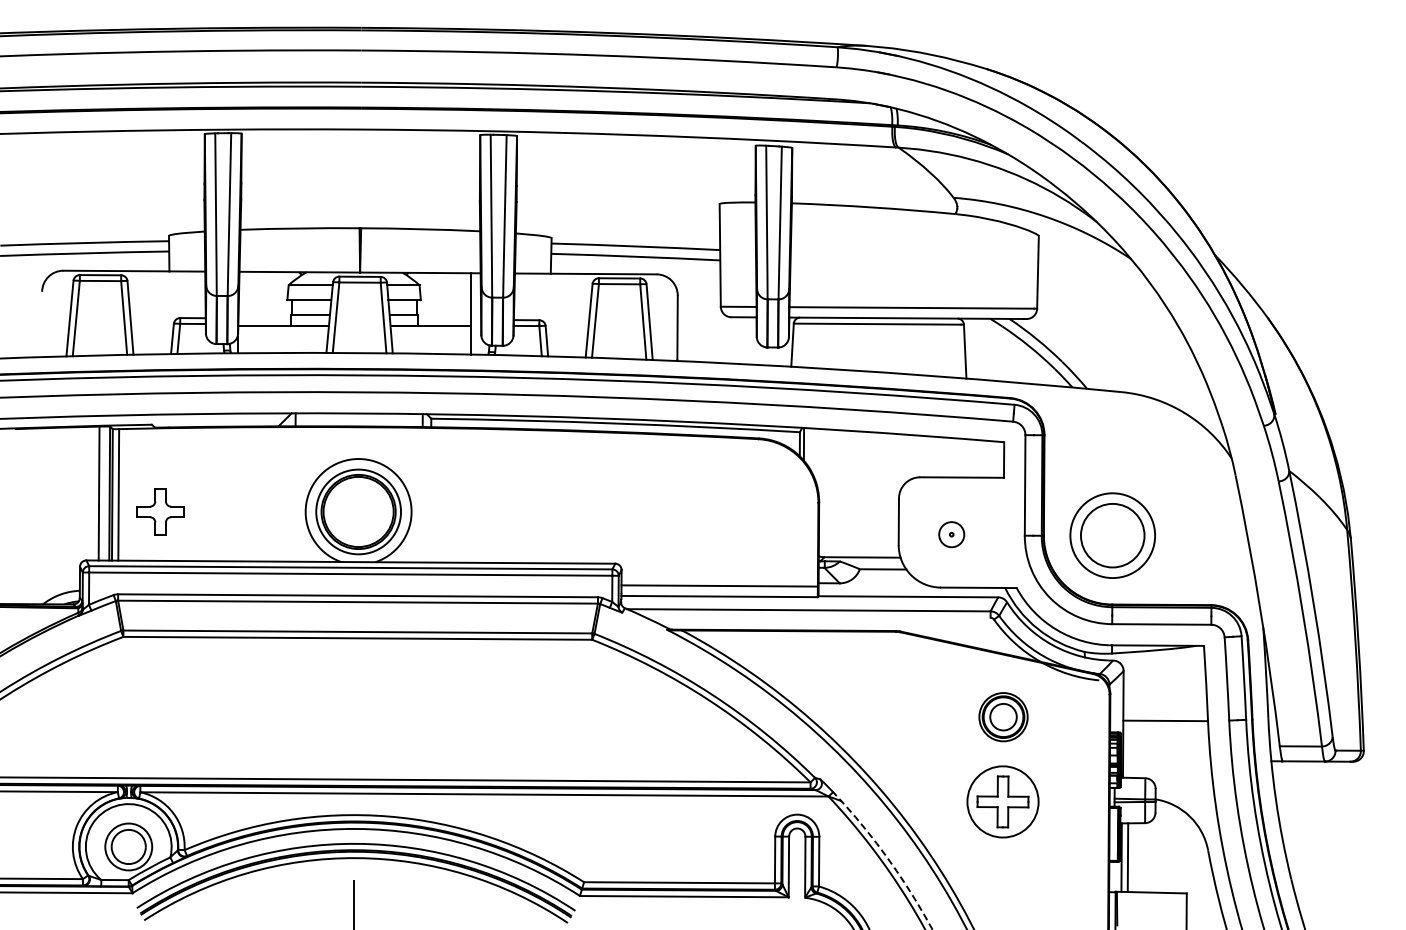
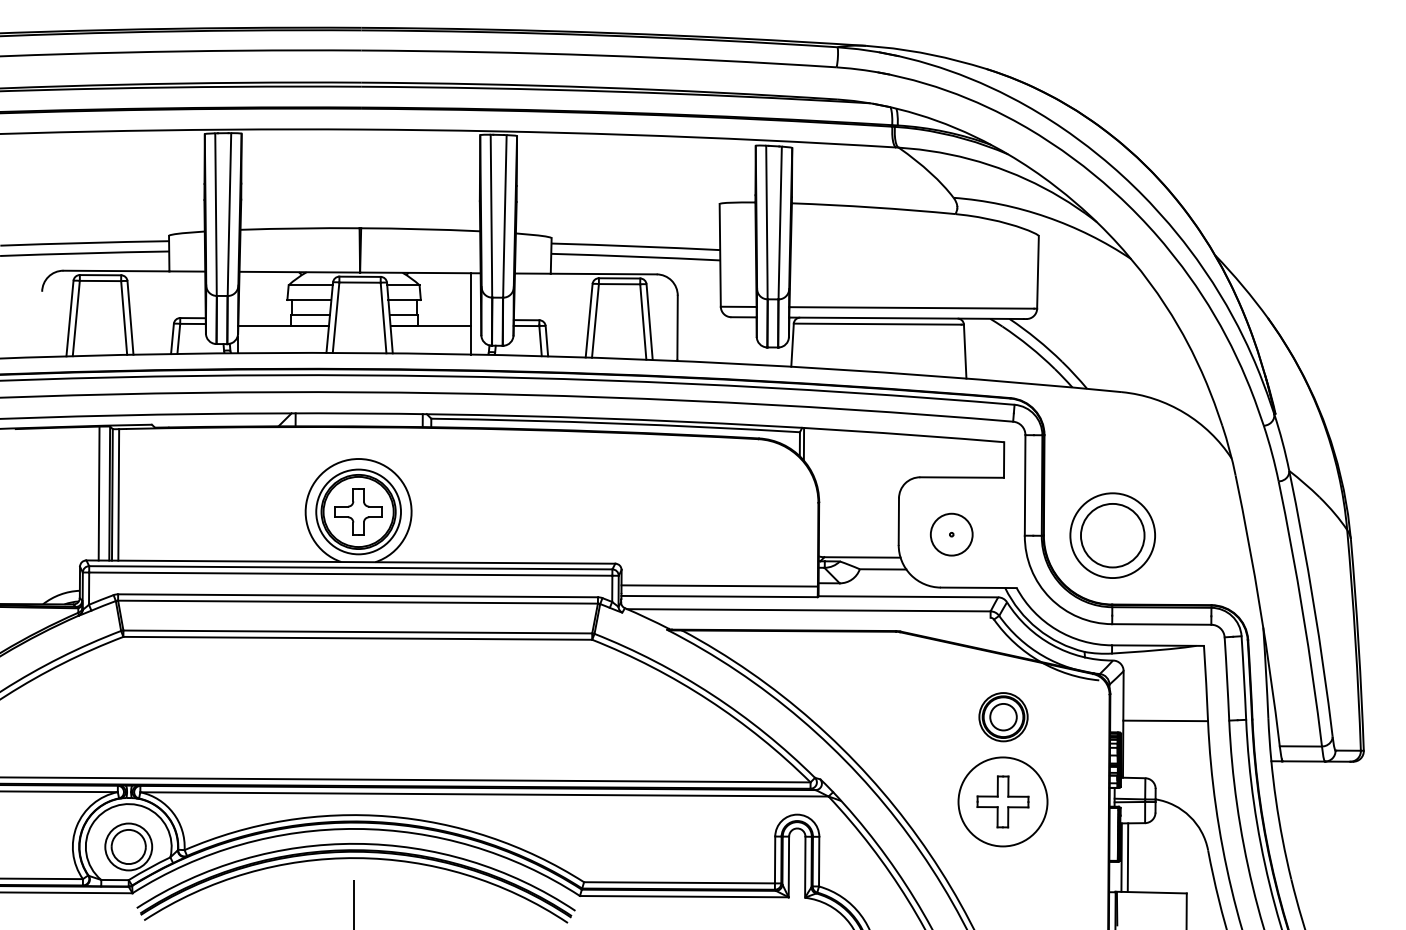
part at (160, 511) position: (160, 511) -> (358, 511)
circle at (951, 534) diameter: 25 px -> 42 px
circle at (1002, 801) diameter: 71 px -> 89 px
arc at (887, 857): dashed -> solid
